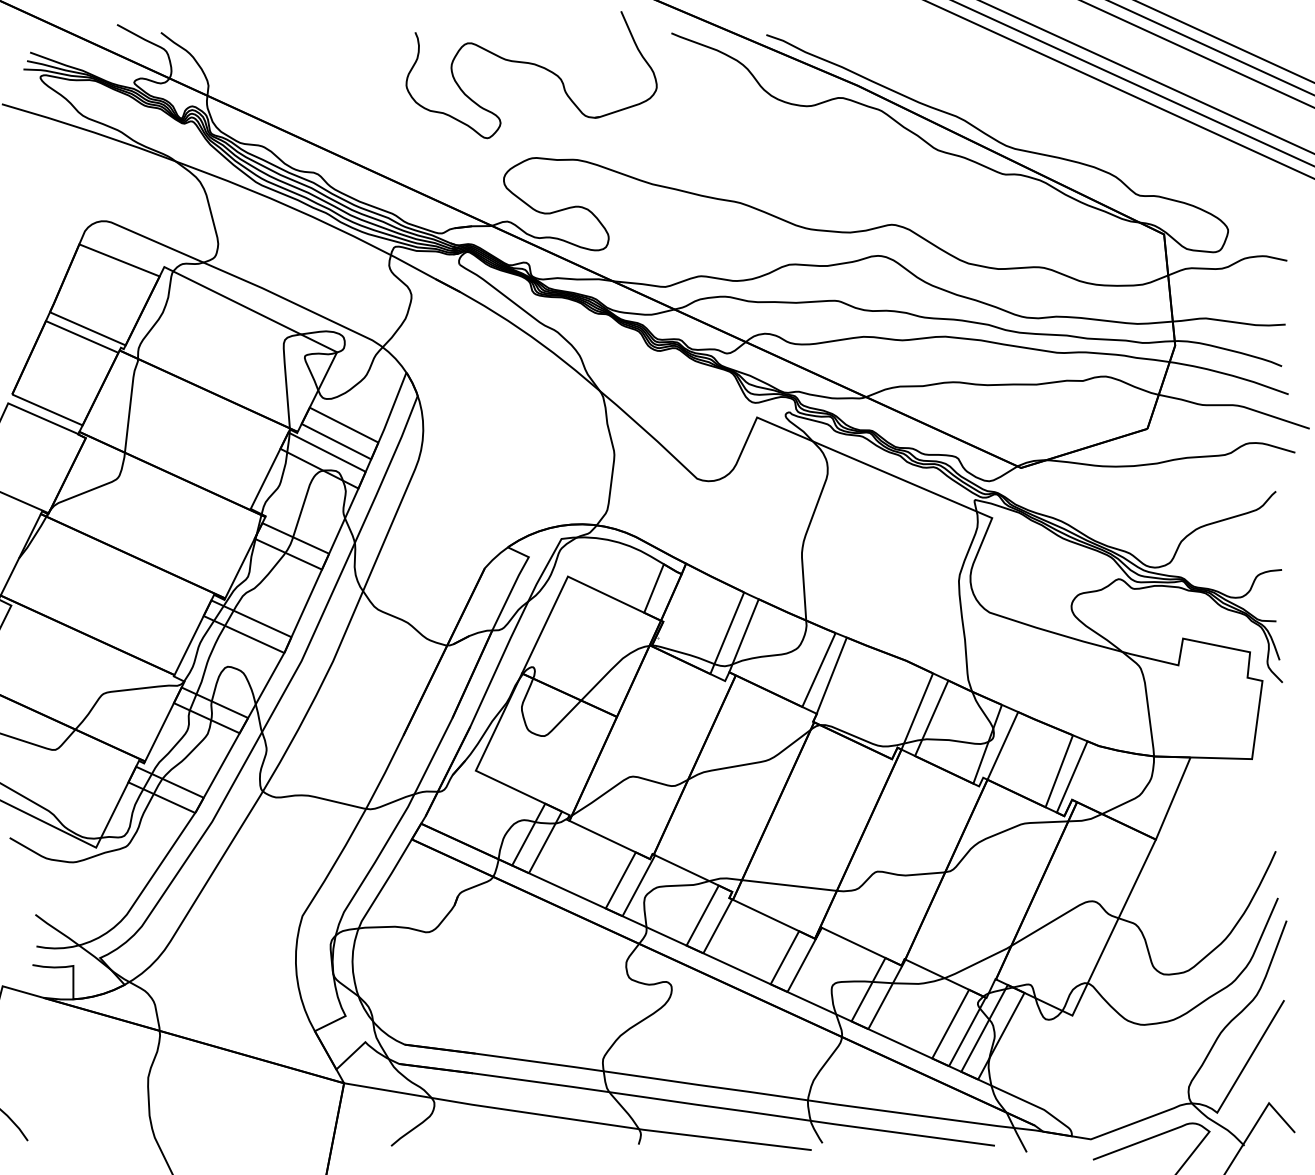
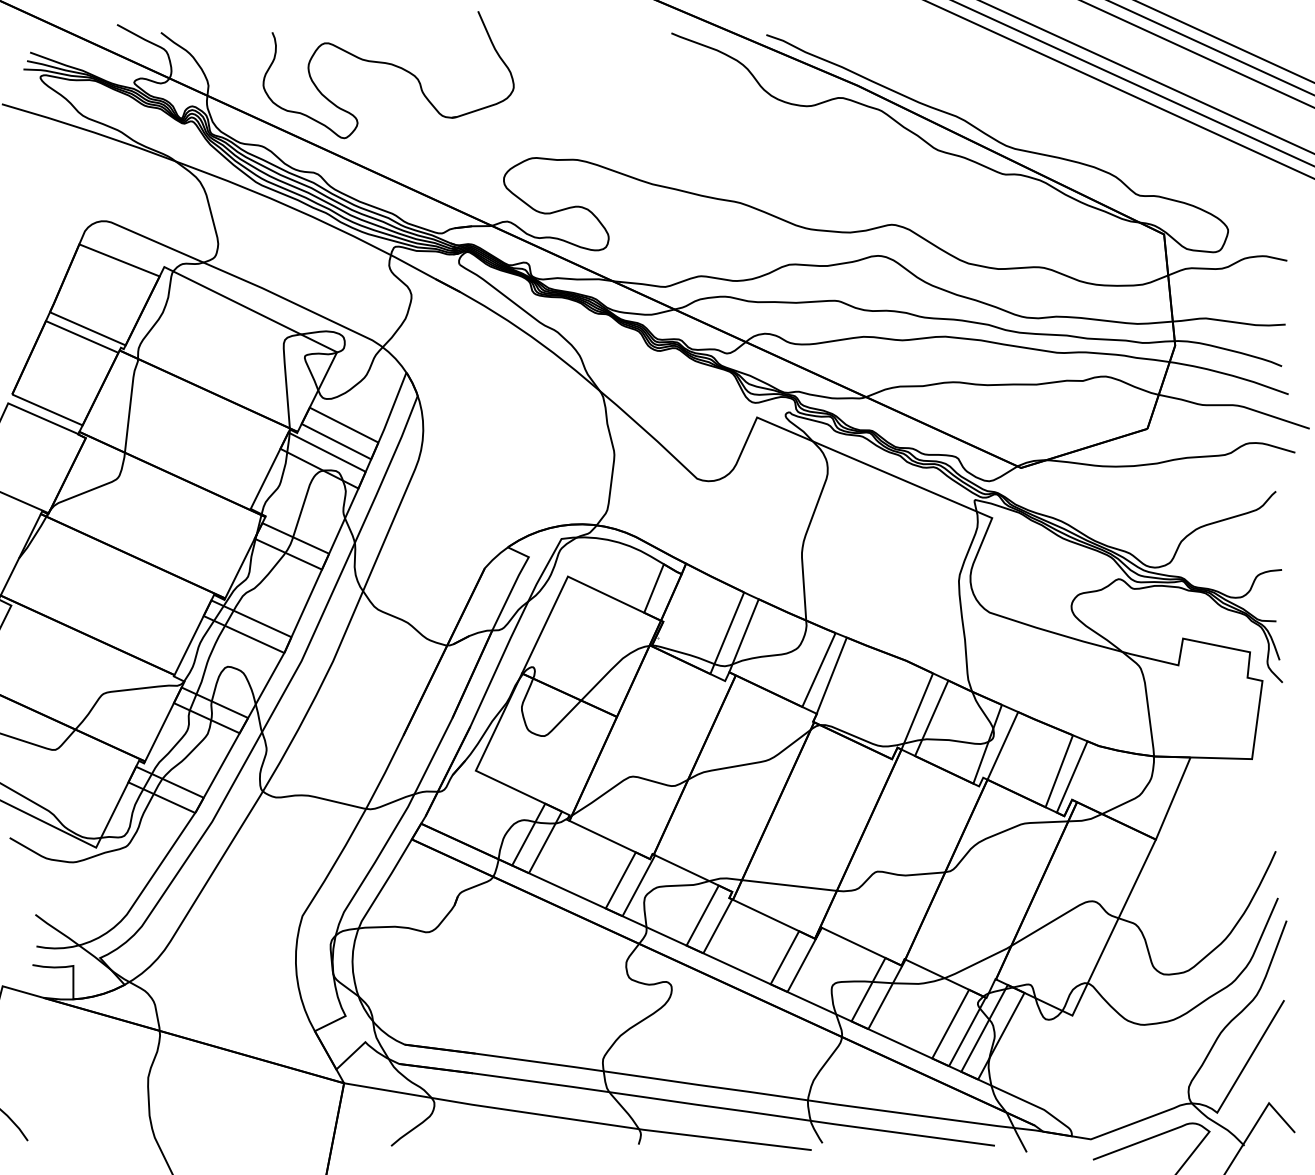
part at (534, 65) position: (534, 65) -> (391, 65)
